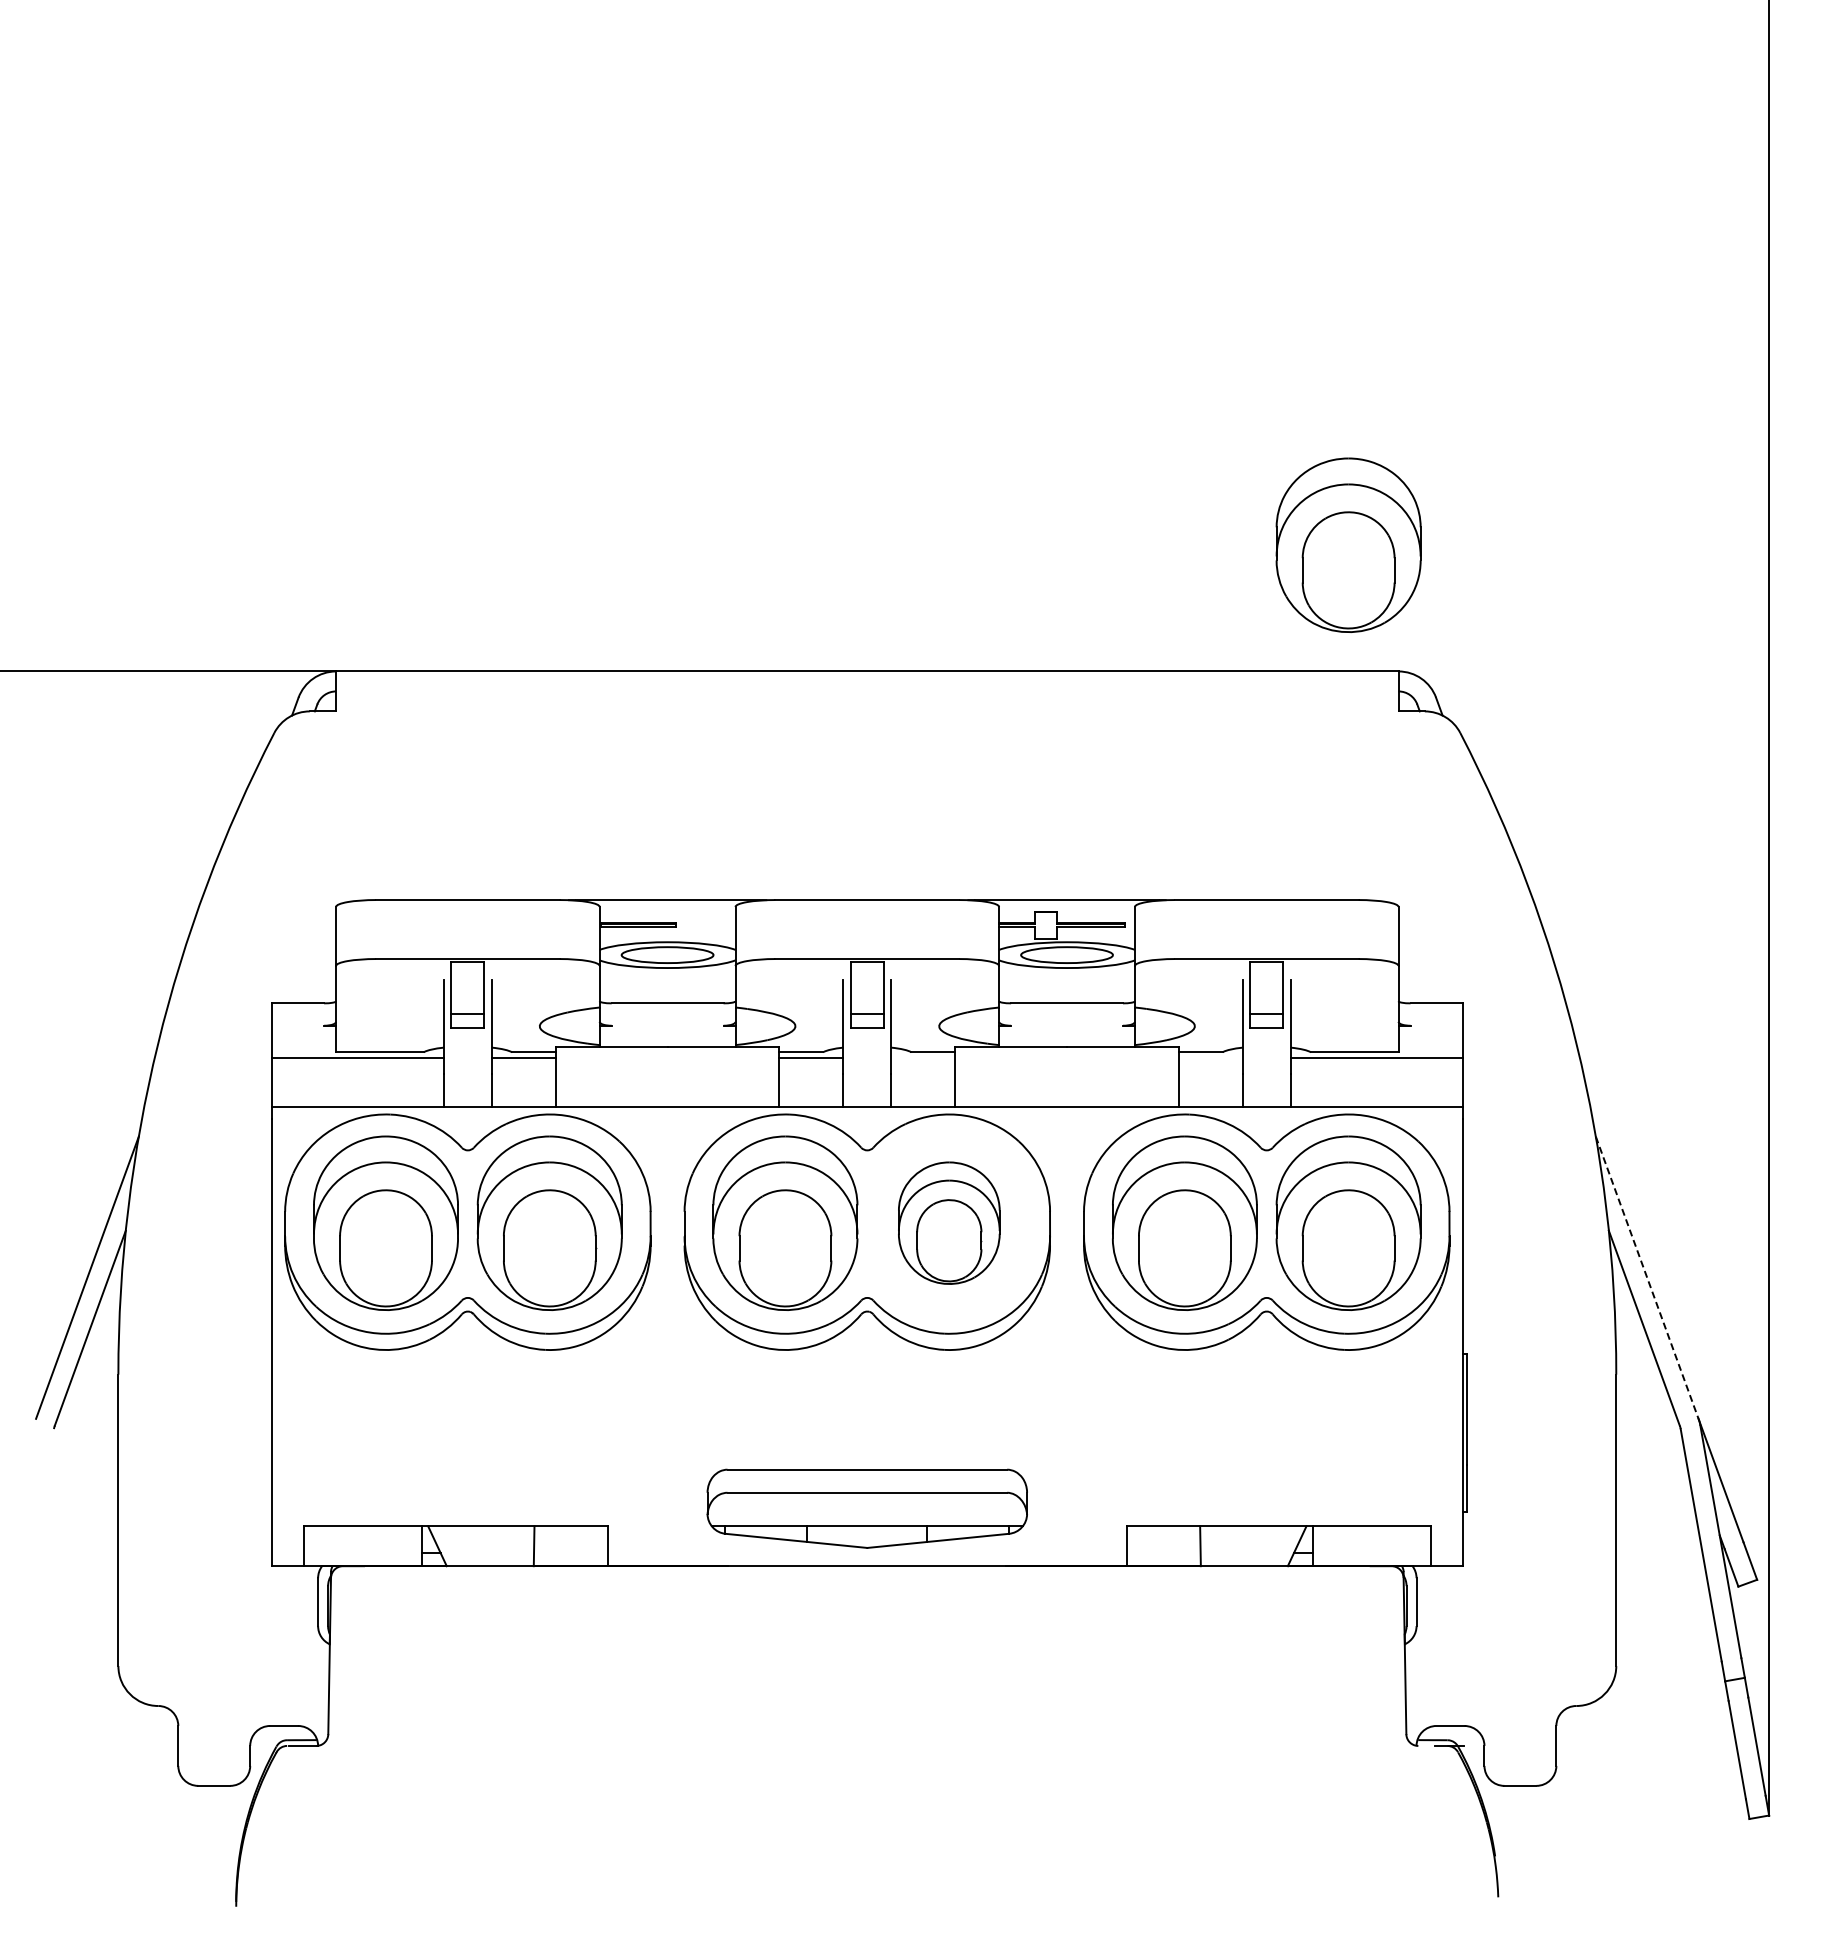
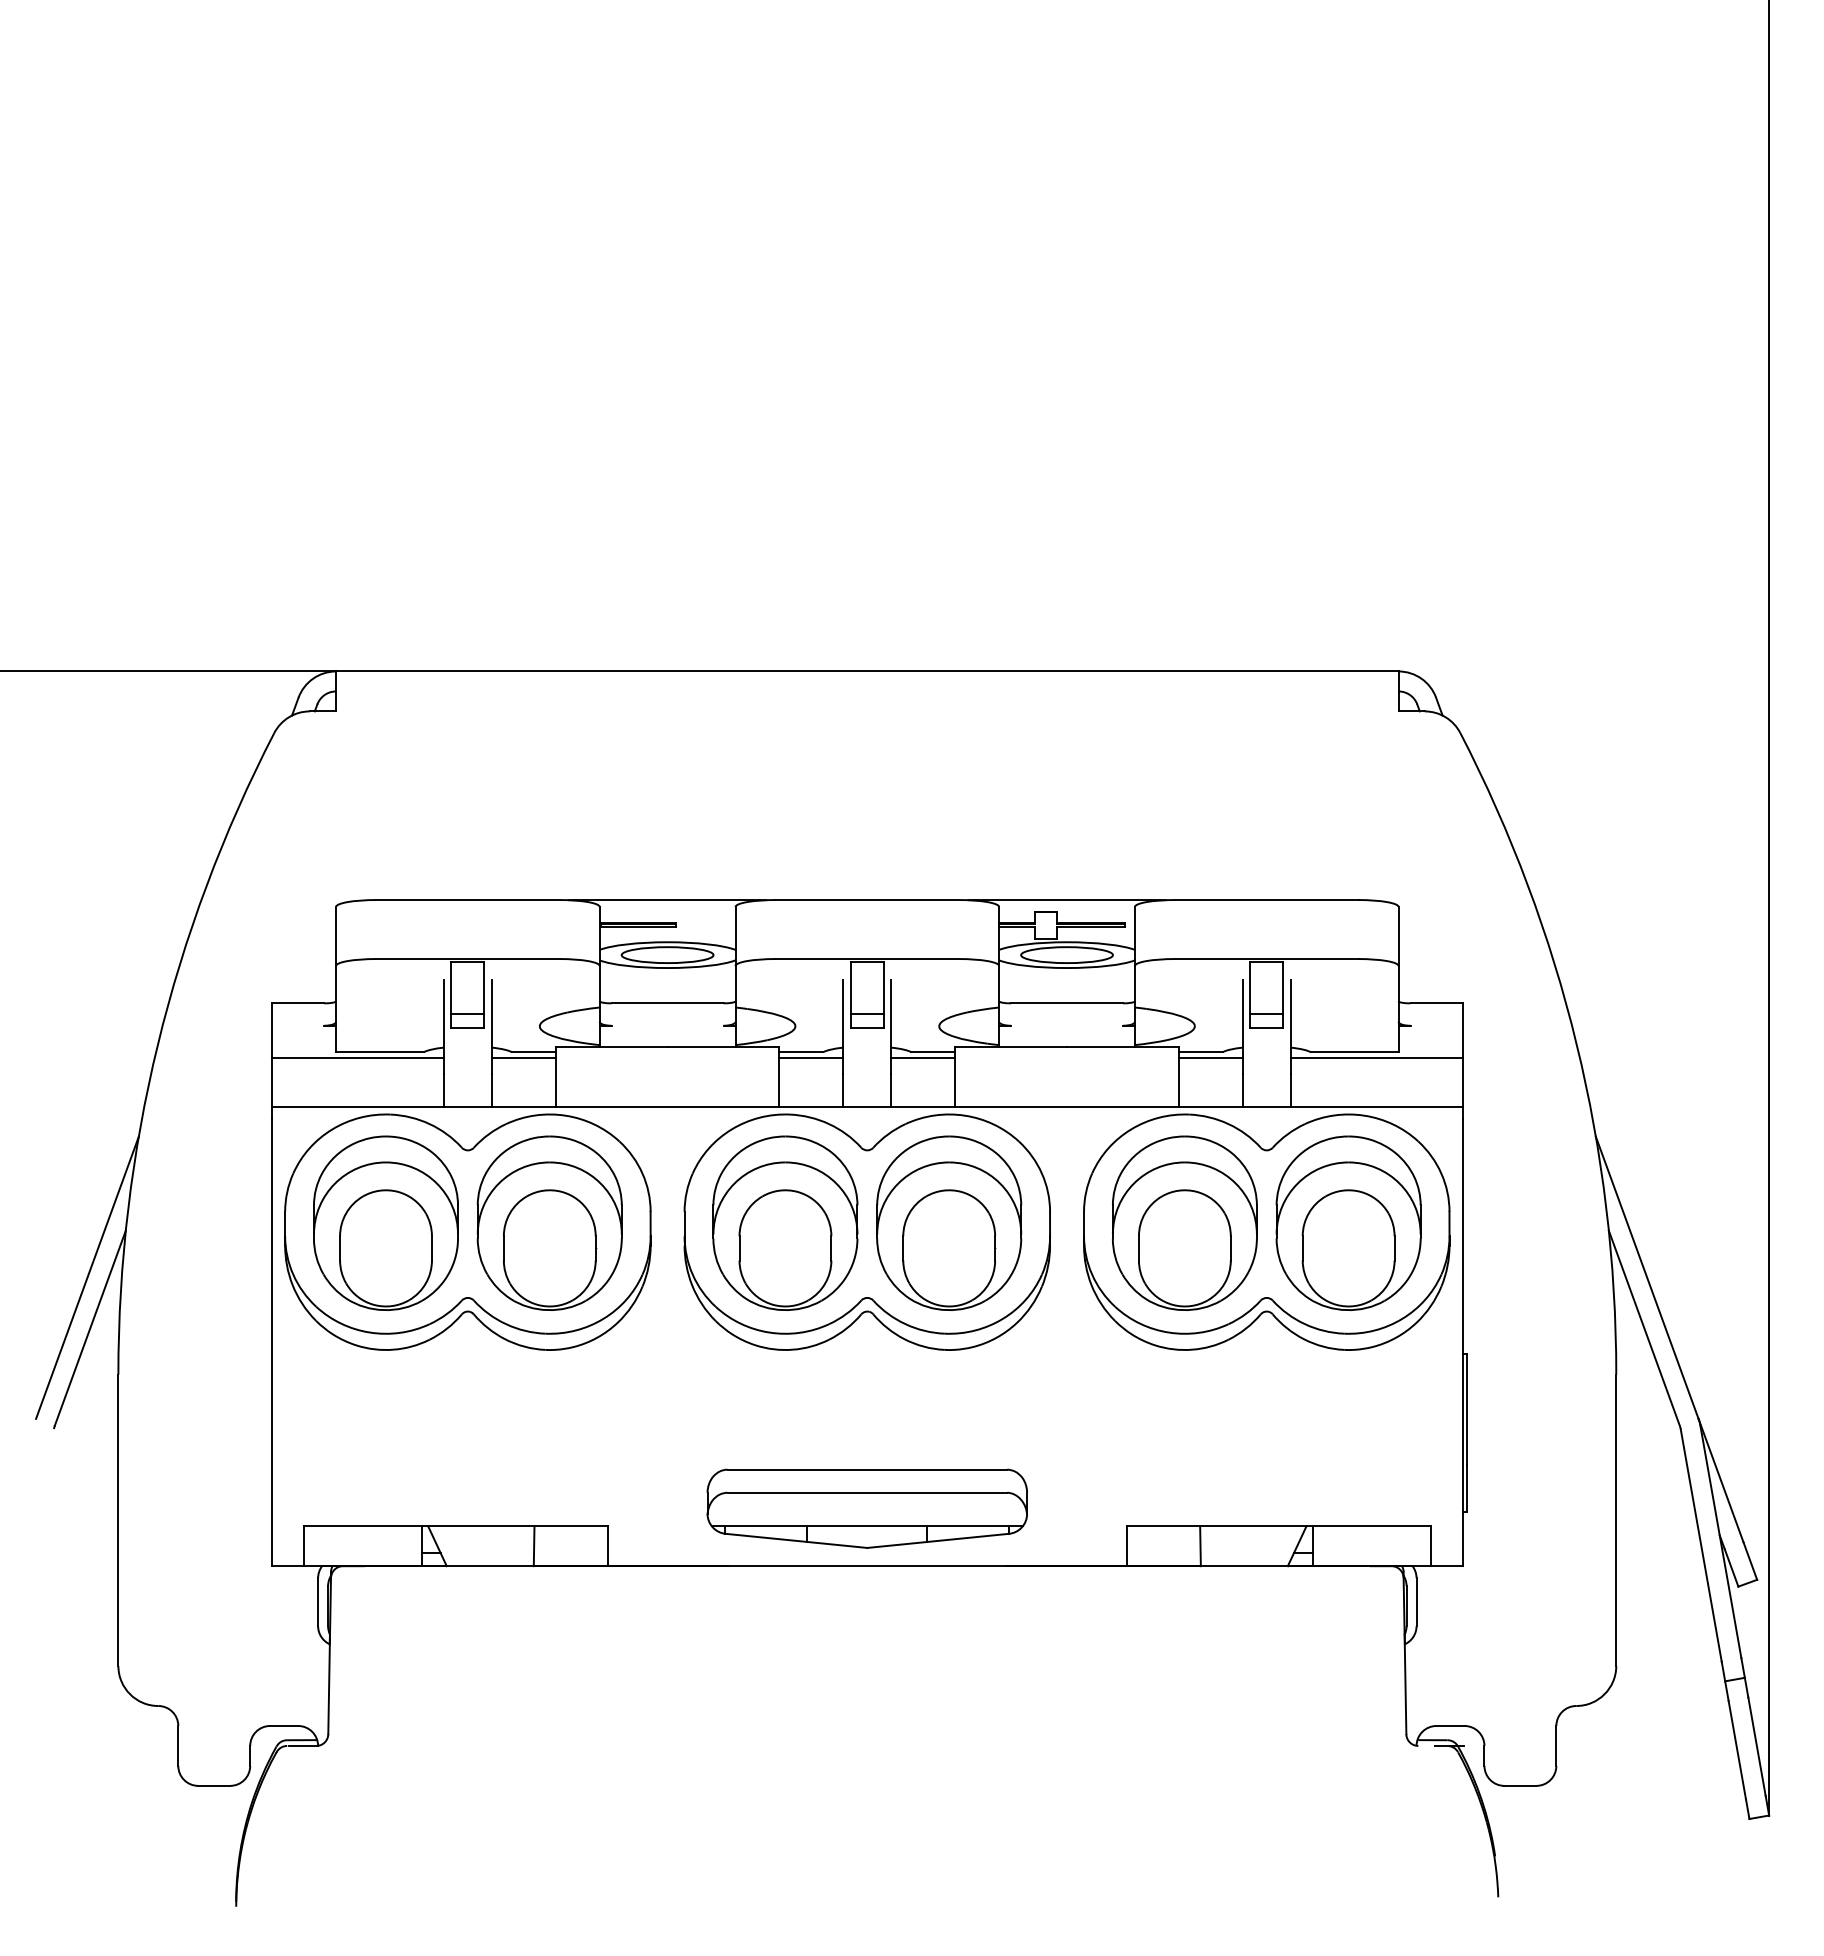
part at (1348, 544): present -> none
line at (923, 1057): none -> present
line at (1210, 1057): none -> present
part at (949, 1222) size: 103x124 px -> 147x176 px
line at (1647, 1278): dashed -> solid
